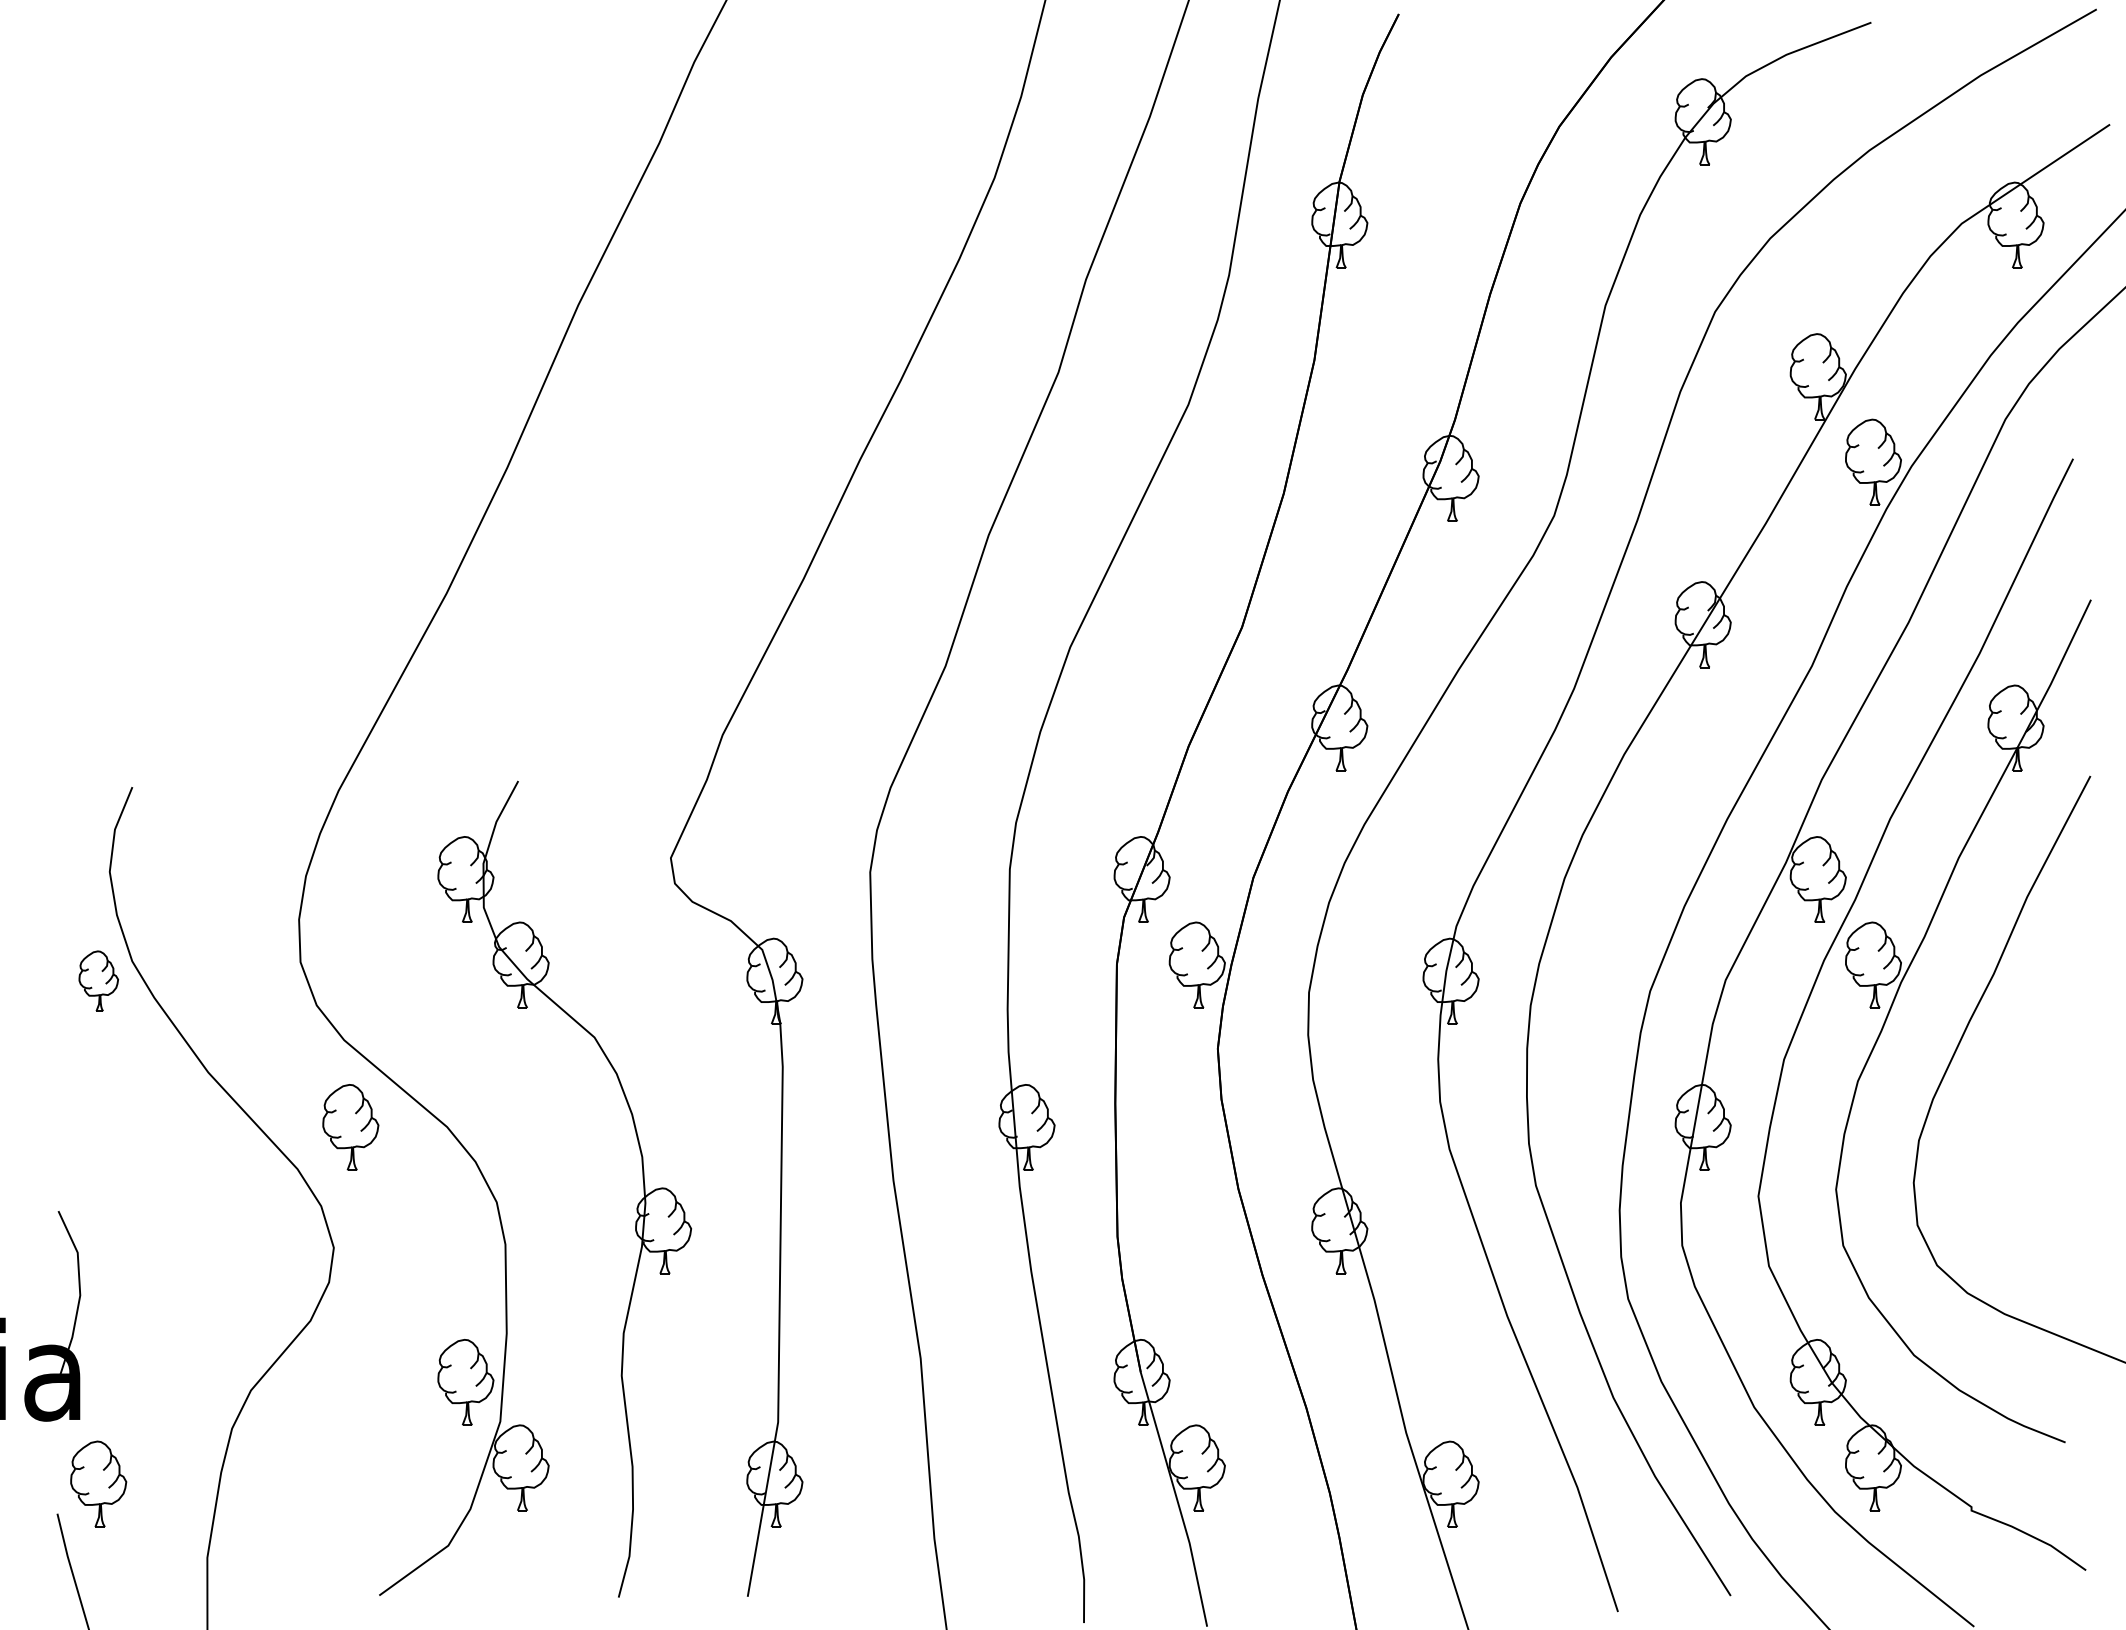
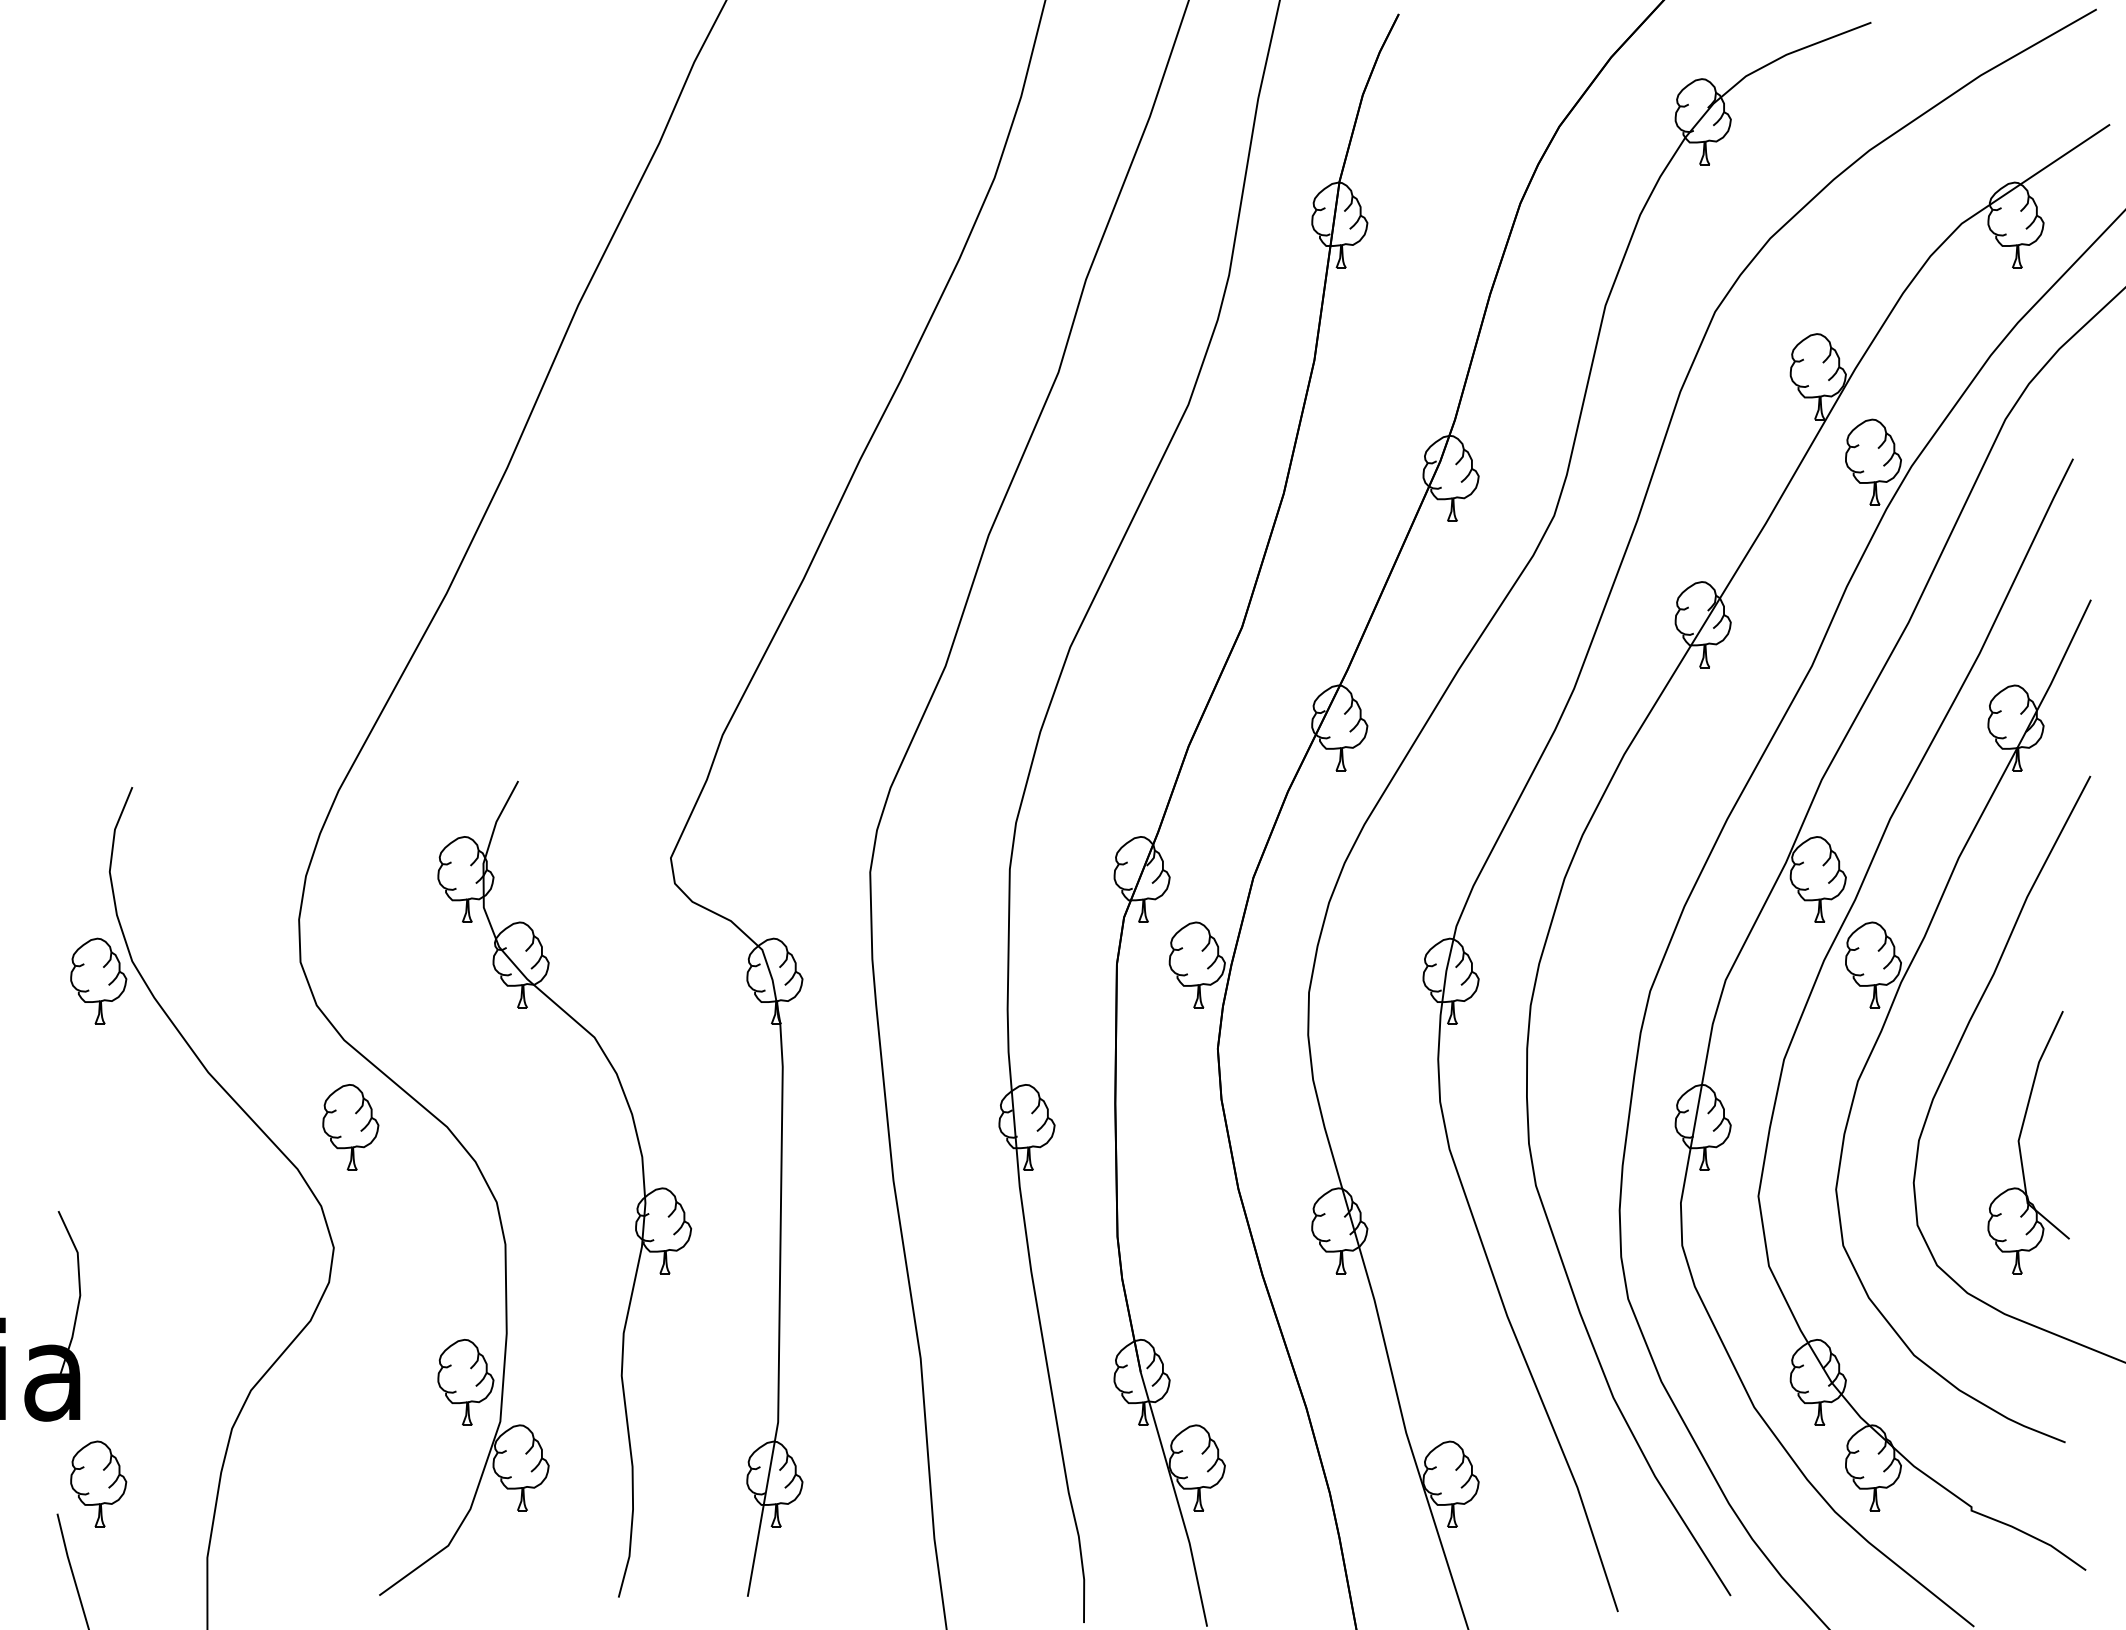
part at (98, 980) size: 41x62 px -> 58x88 px
part at (2020, 1145): none -> present
